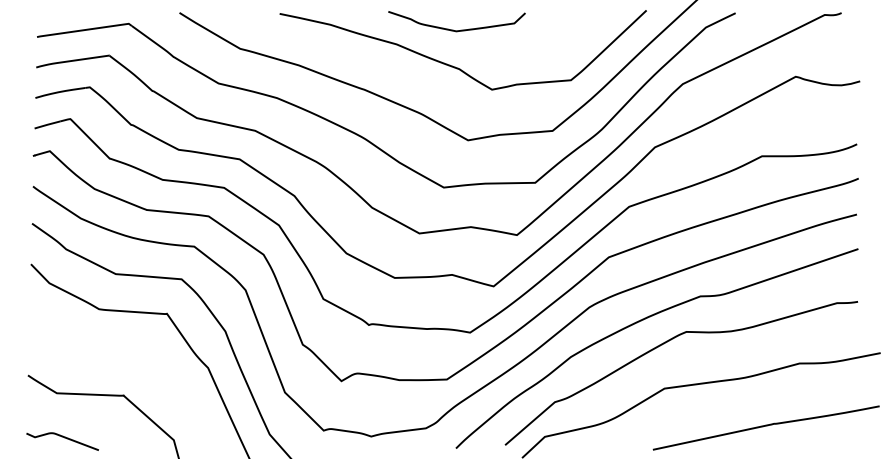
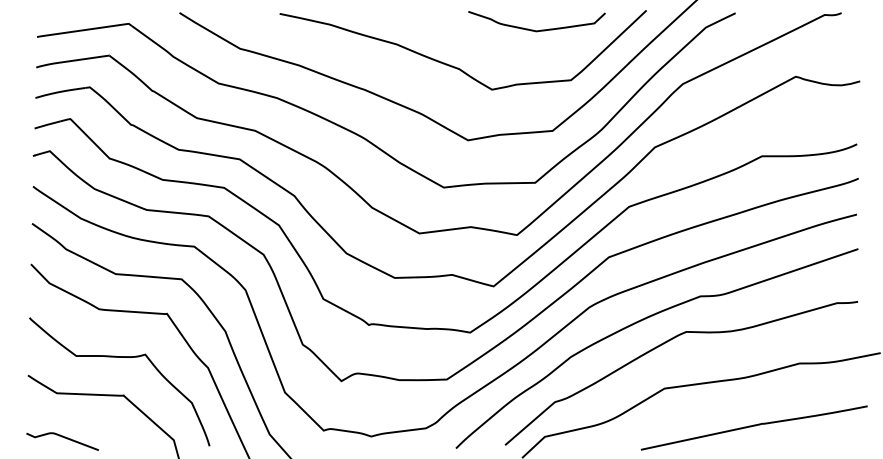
curve at (453, 29) position: (453, 29) -> (533, 29)
curve at (119, 357): none -> present
curve at (765, 426) position: (765, 426) -> (753, 426)
